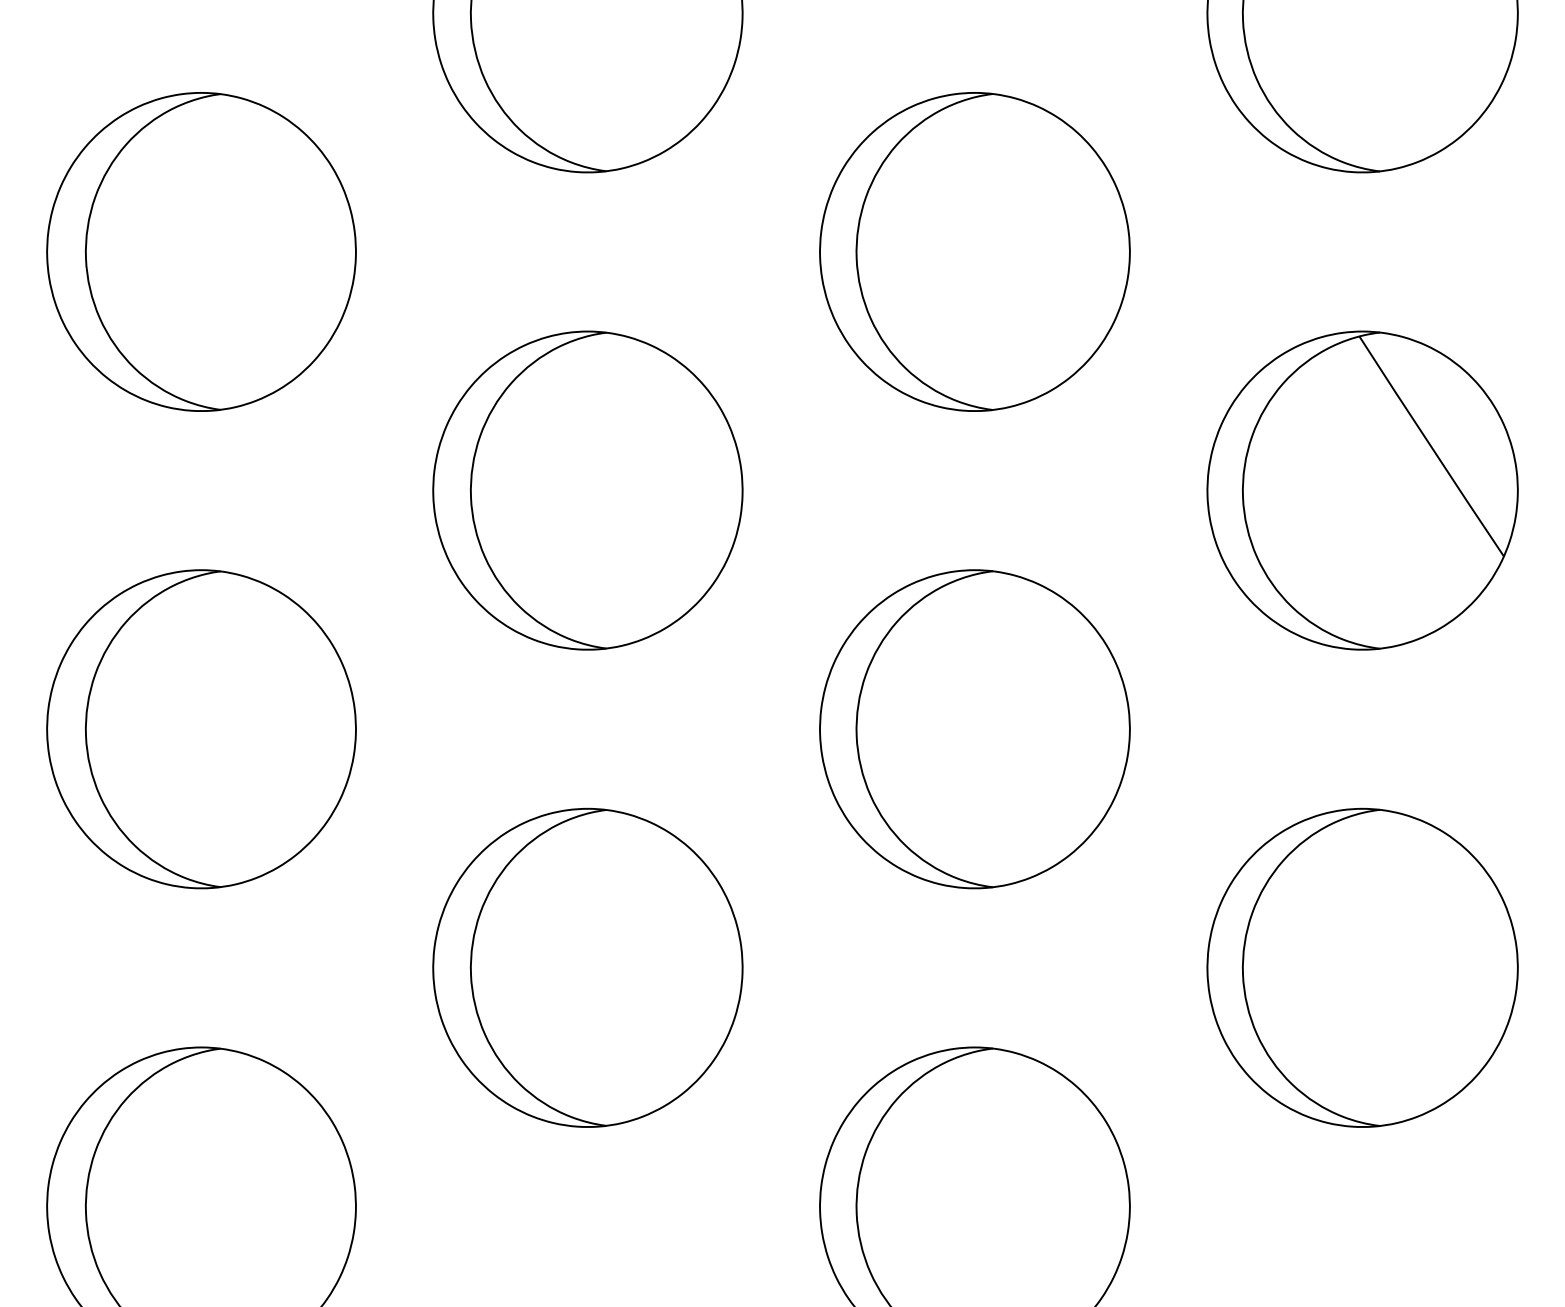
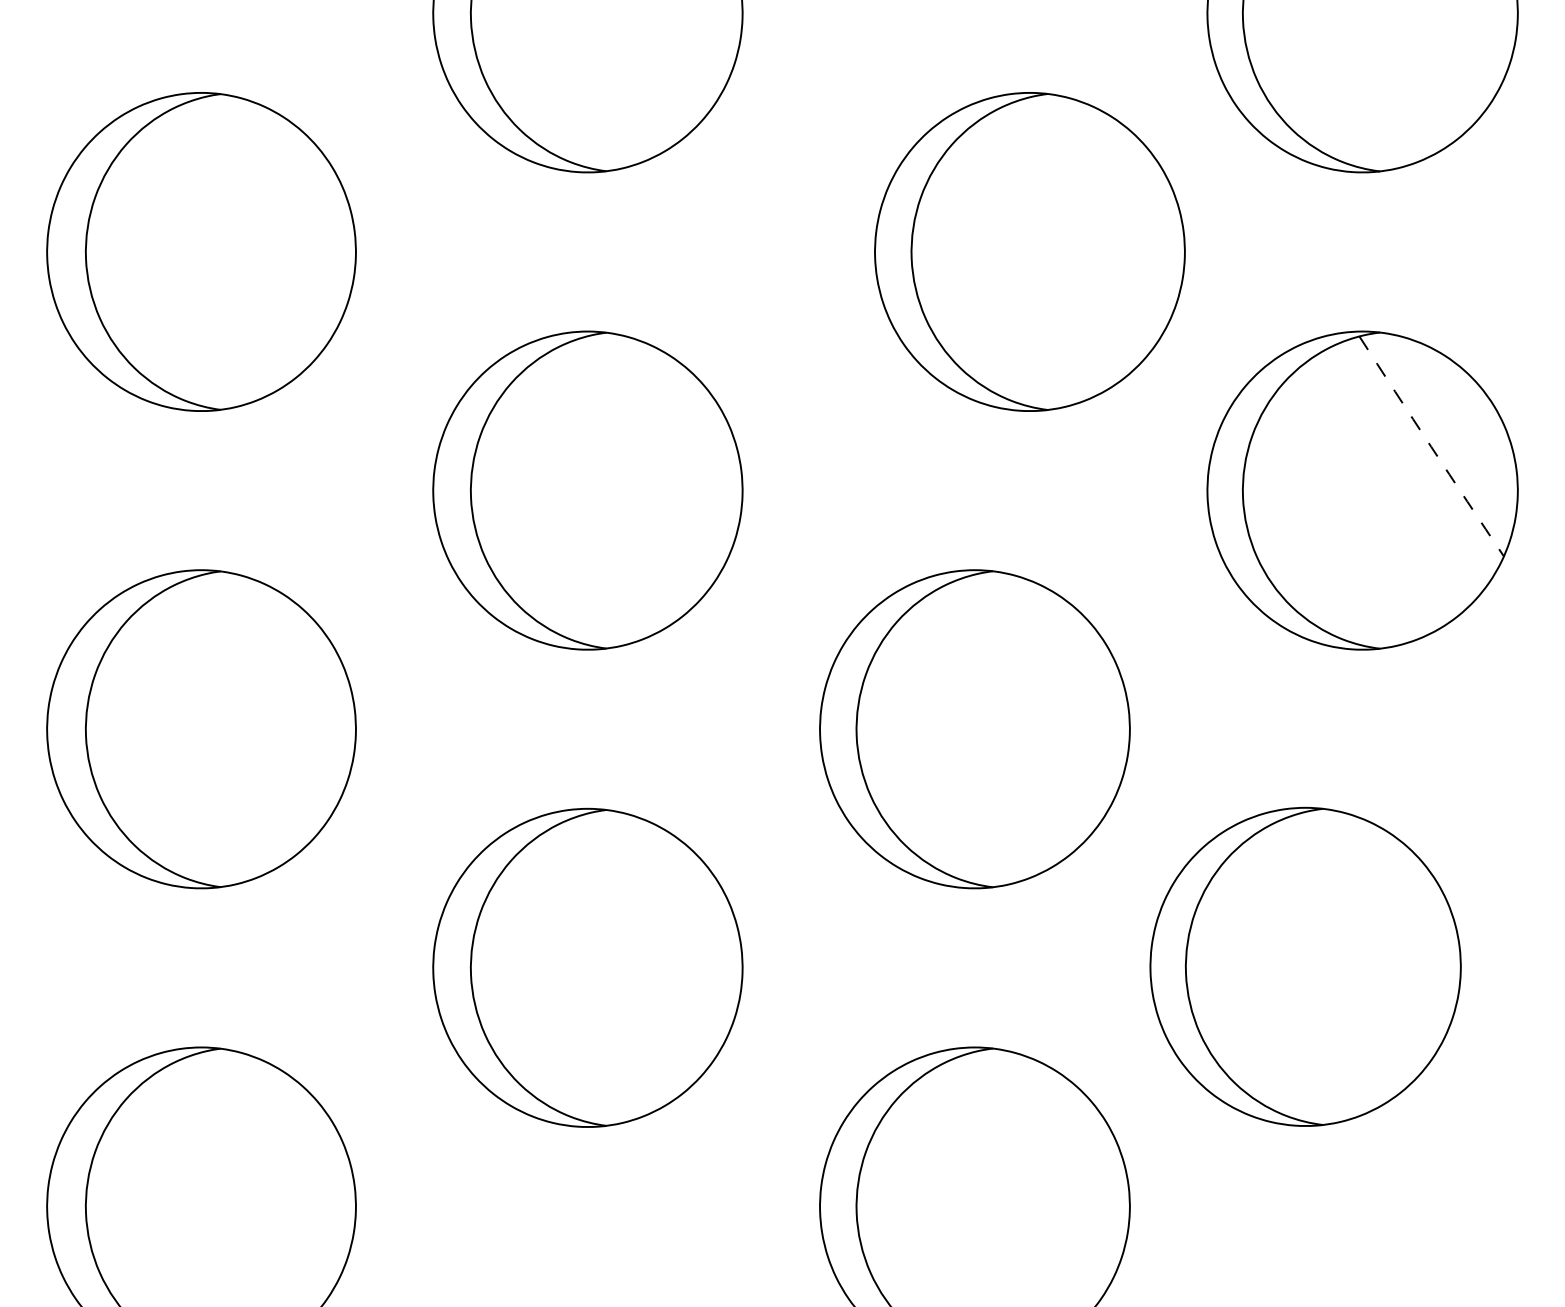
part at (974, 251) position: (974, 251) -> (1029, 251)
arc at (1431, 446): solid -> dashed
part at (1362, 967) position: (1362, 967) -> (1305, 966)
